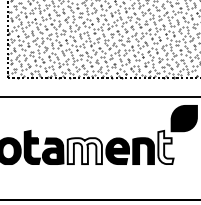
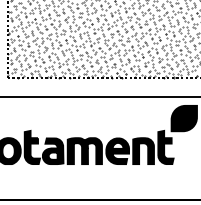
fill at (165, 147): none -> present
fill at (84, 151): none -> present
